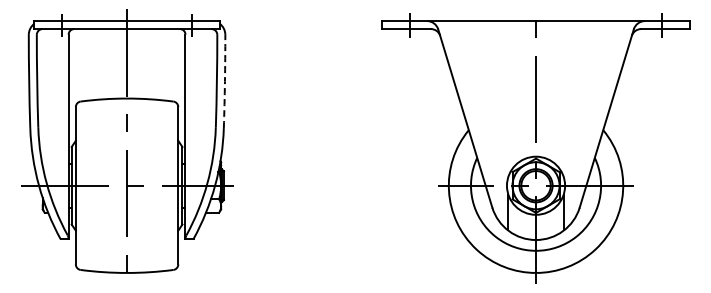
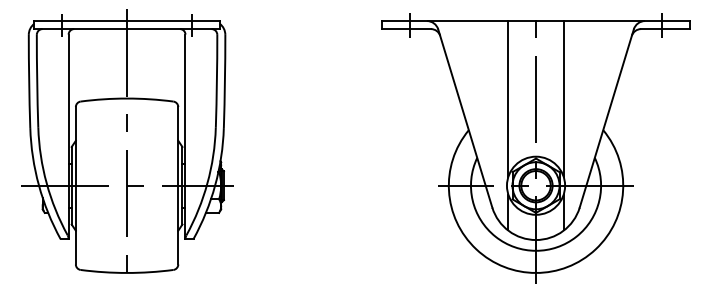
arc at (224, 81): dashed -> solid
line at (508, 98): none -> present
line at (563, 98): none -> present
